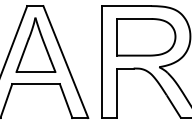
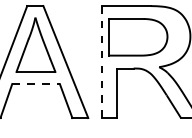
part at (146, 37) position: (146, 37) -> (138, 37)
line at (101, 62): solid -> dashed
line at (36, 84): solid -> dashed
